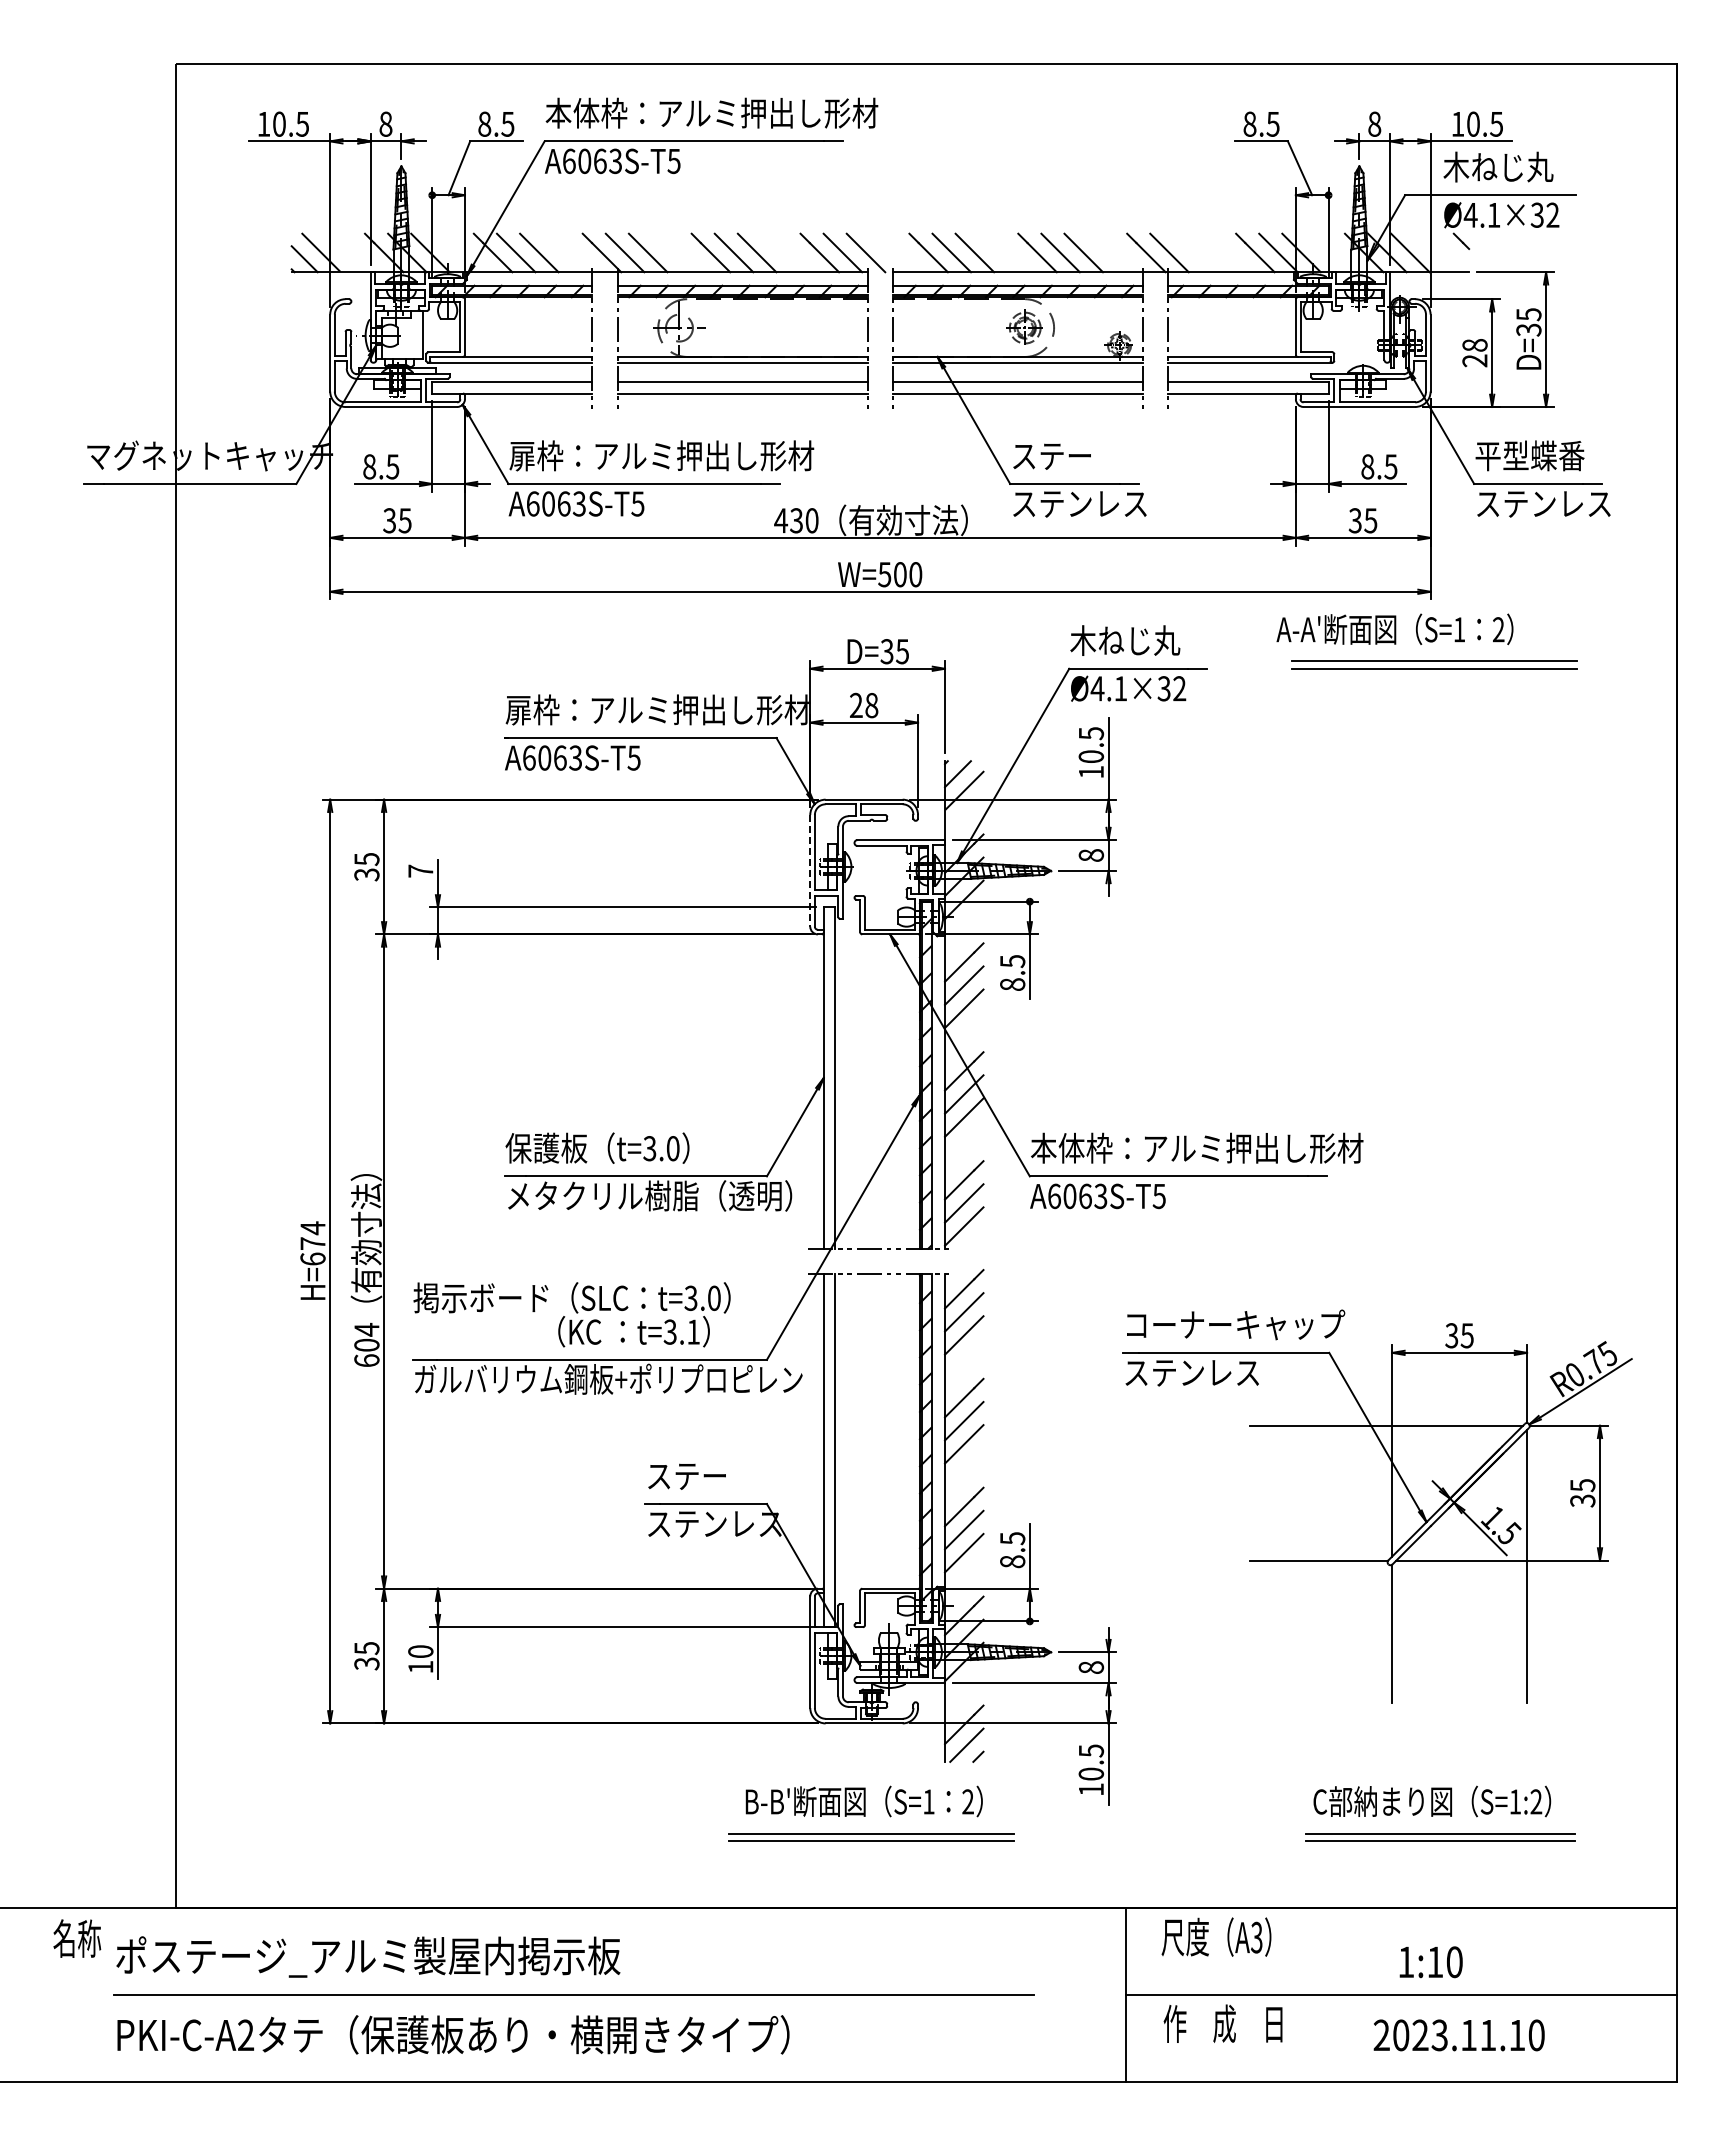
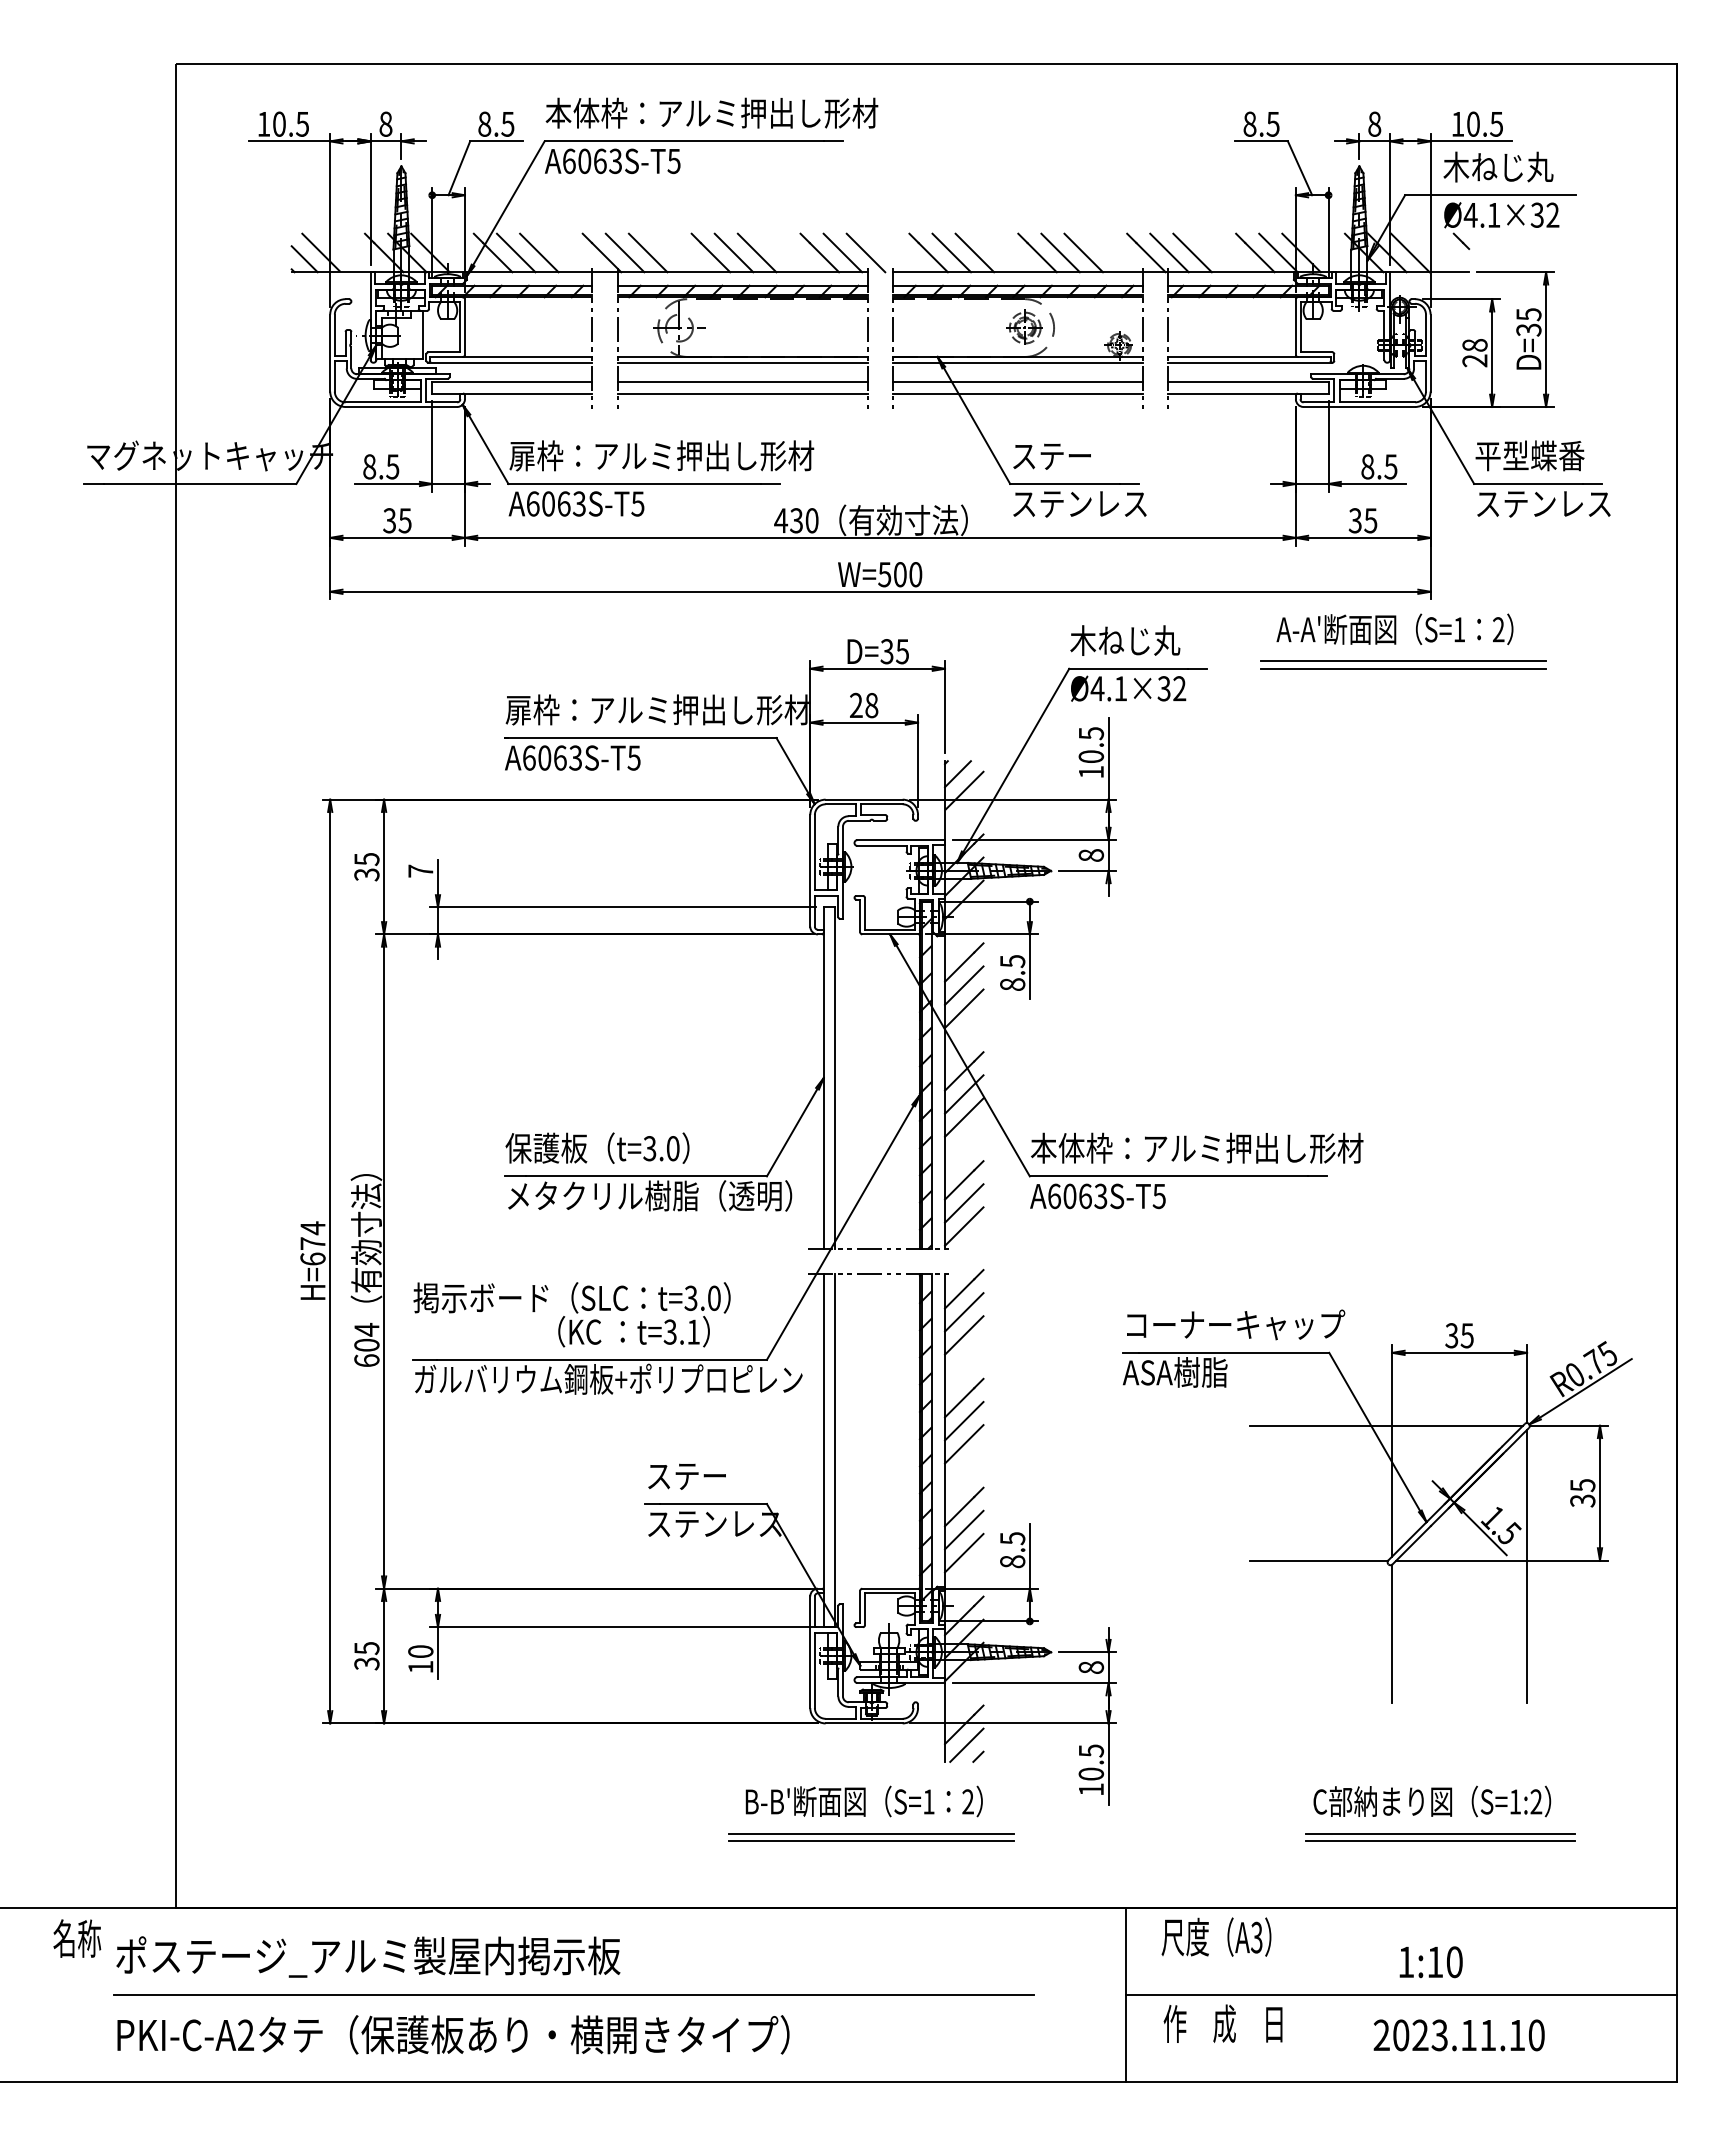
line at (1192, 252): none -> present
part at (1434, 664) position: (1434, 664) -> (1403, 664)
line at (810, 870): dashed -> solid
text at (1190, 1372): ステンレス -> ASA樹脂
